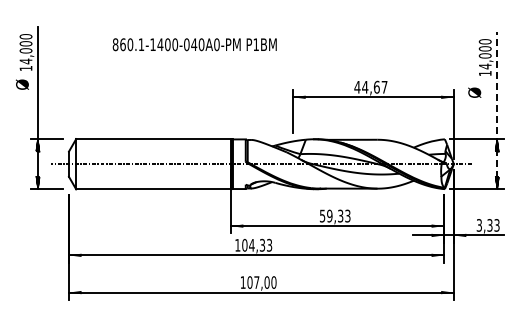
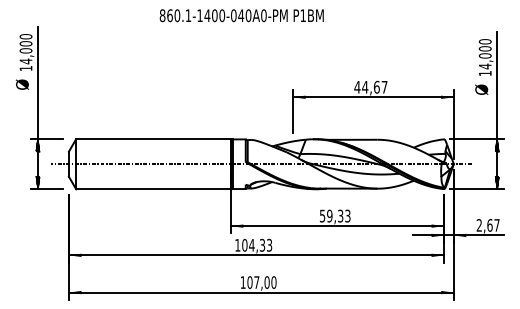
text at (194, 44) position: (194, 44) -> (241, 15)
text at (474, 92) position: (474, 92) -> (481, 89)
line at (497, 110): dashed -> solid
text at (487, 225): 3,33 -> 2,67
